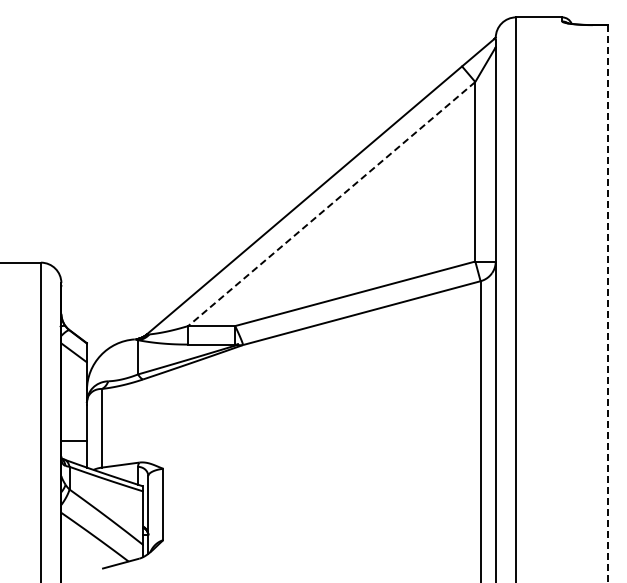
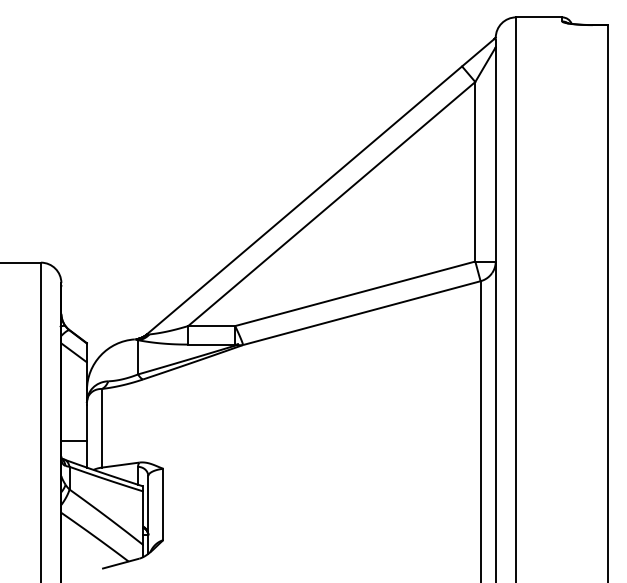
line at (331, 204): dashed -> solid
line at (608, 304): dashed -> solid
